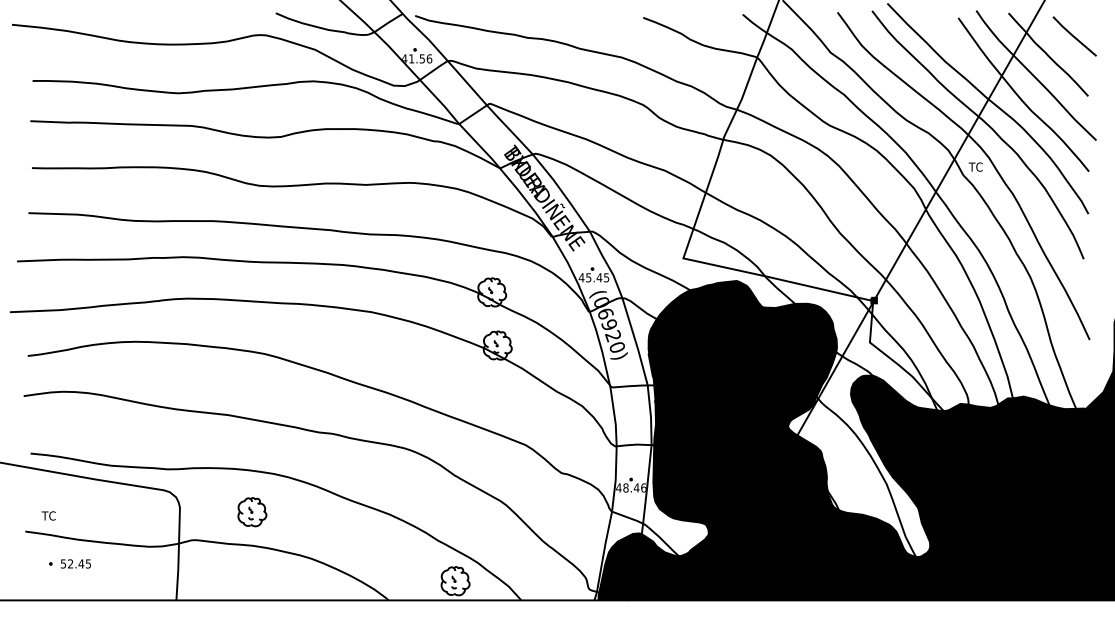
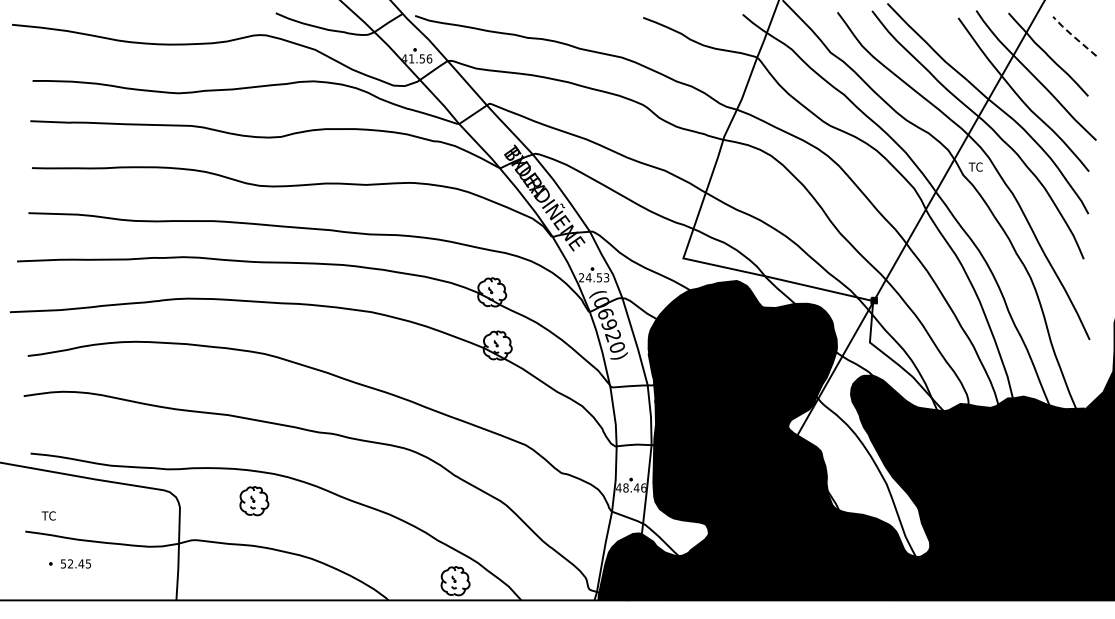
line at (1073, 36): solid -> dashed
text at (593, 277): 45.45 -> 24.53
part at (252, 512) position: (252, 512) -> (254, 501)
